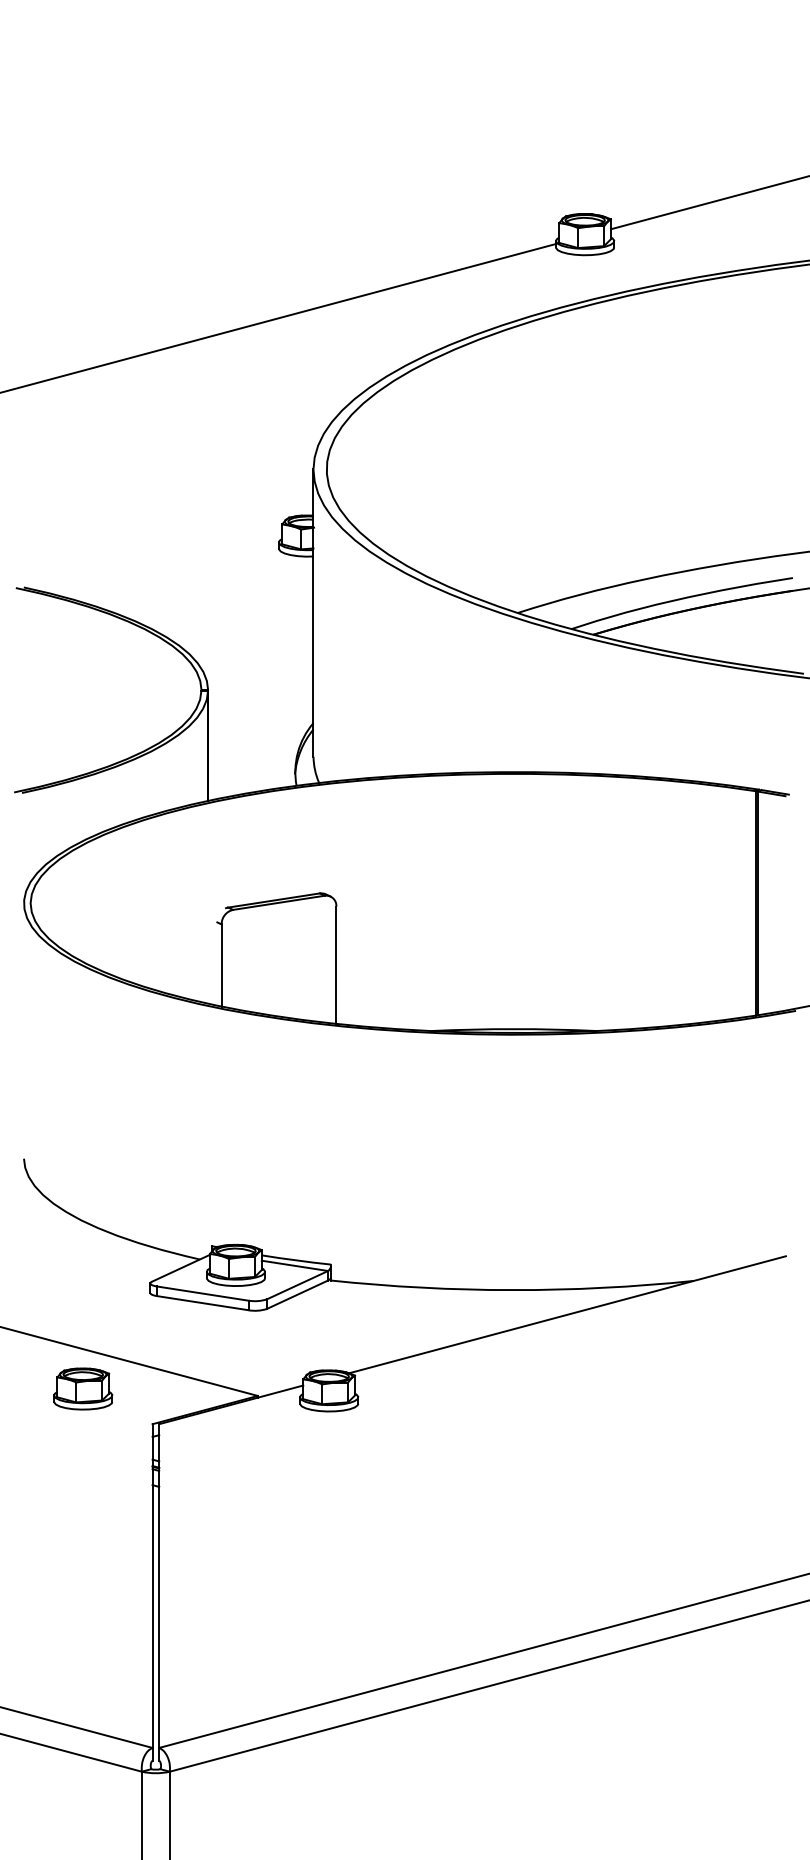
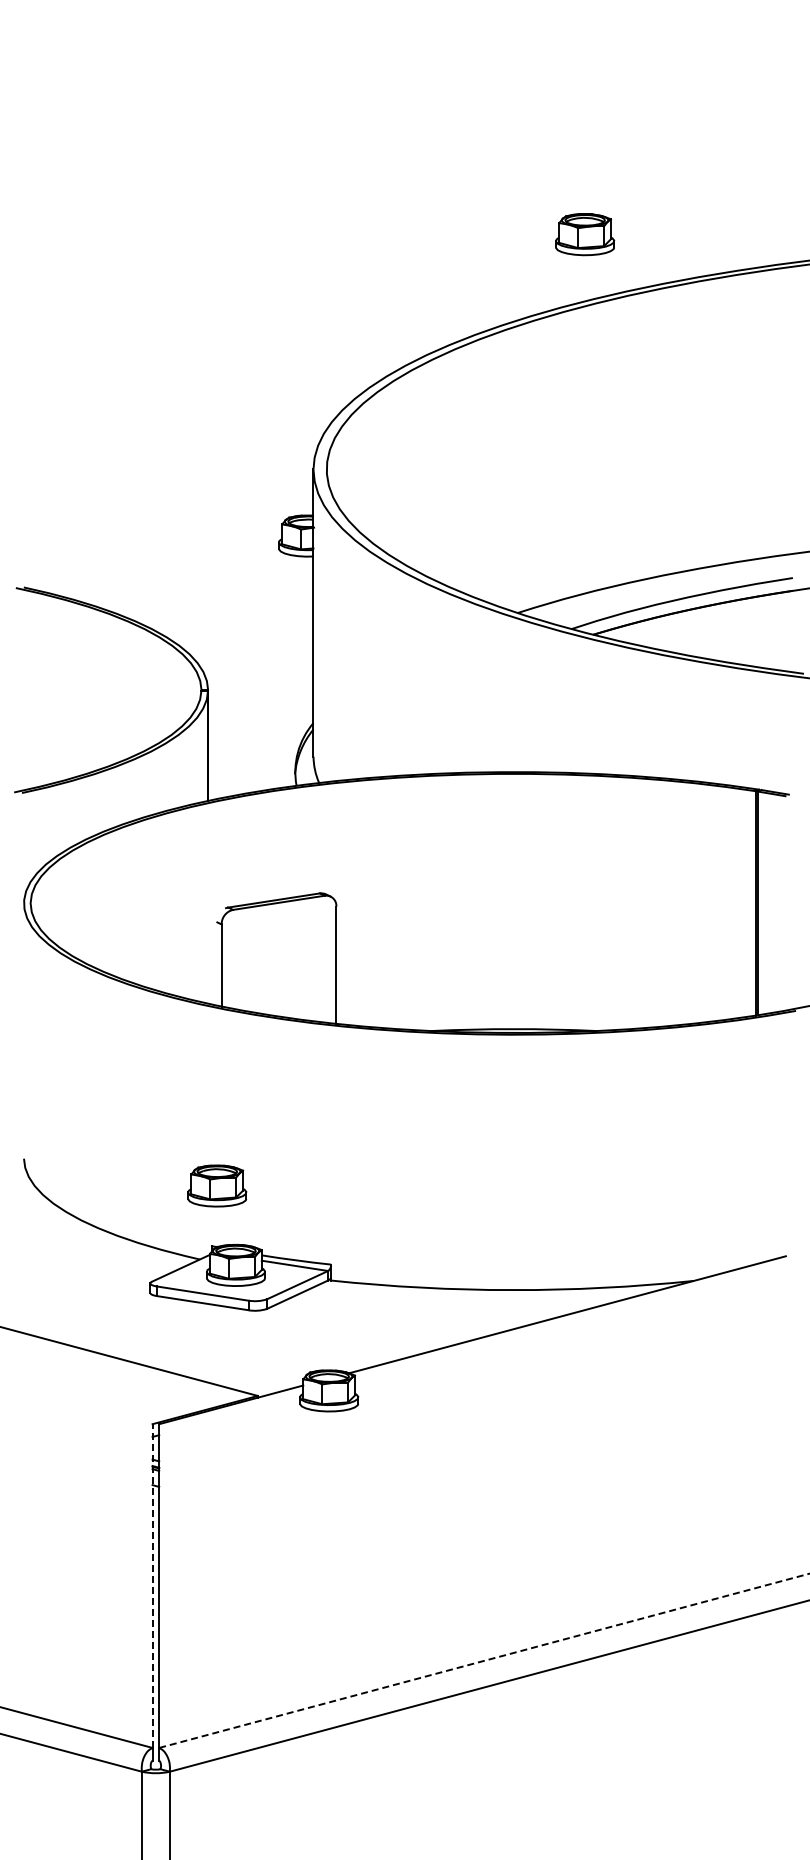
line at (708, 202): present -> none
line at (279, 318): present -> none
part at (83, 1388) position: (83, 1388) -> (217, 1185)
line at (152, 1586): solid -> dashed
line at (484, 1660): solid -> dashed
